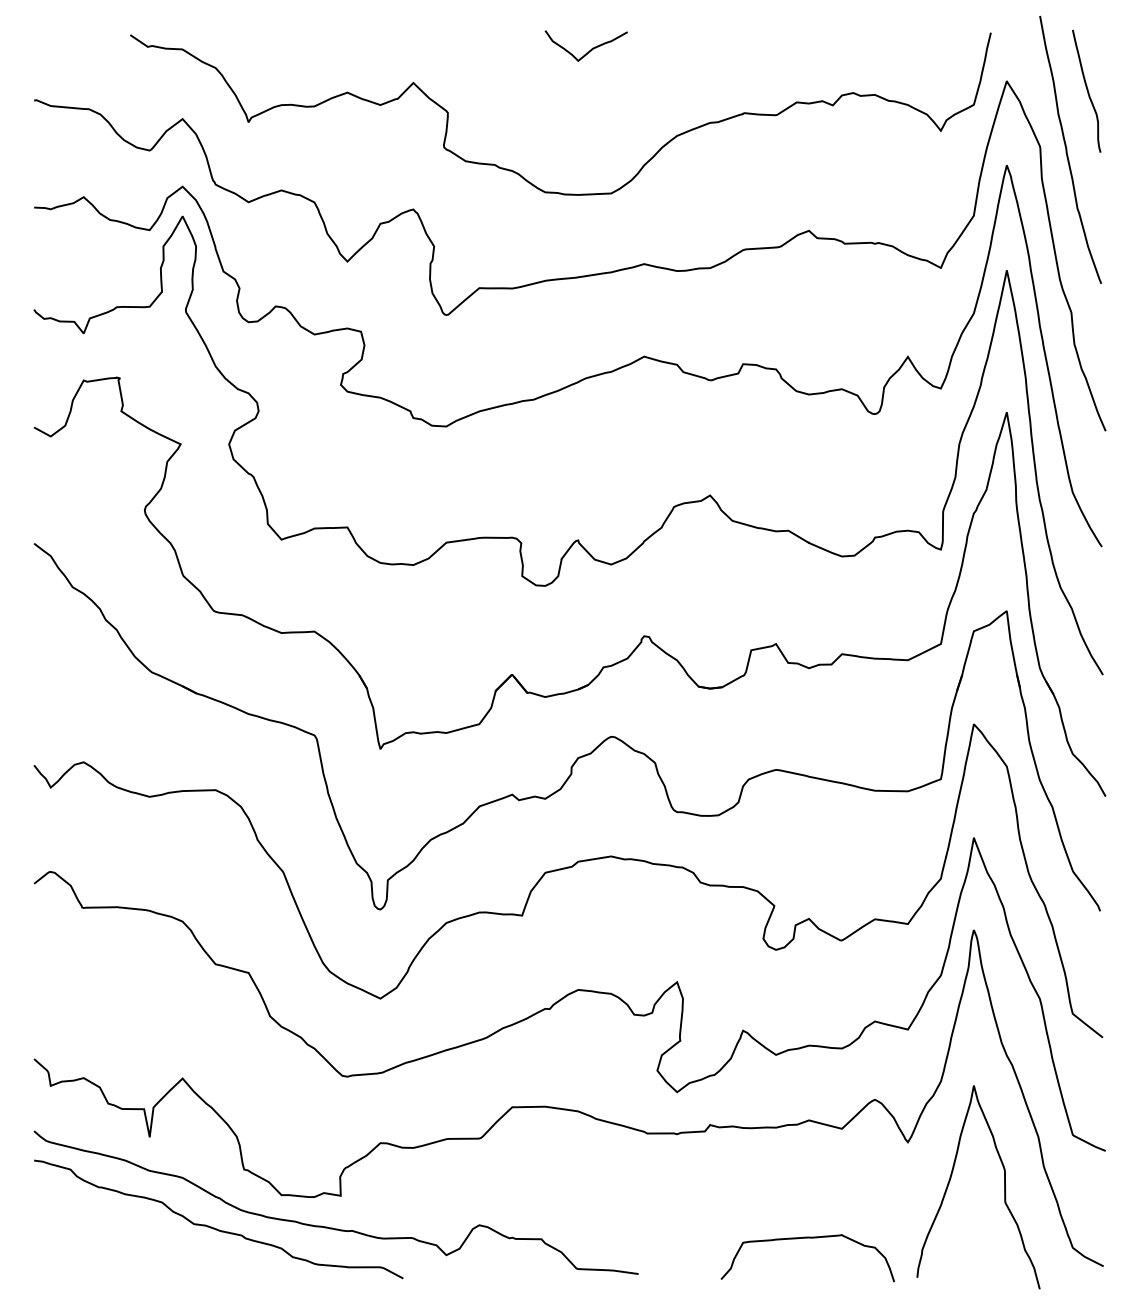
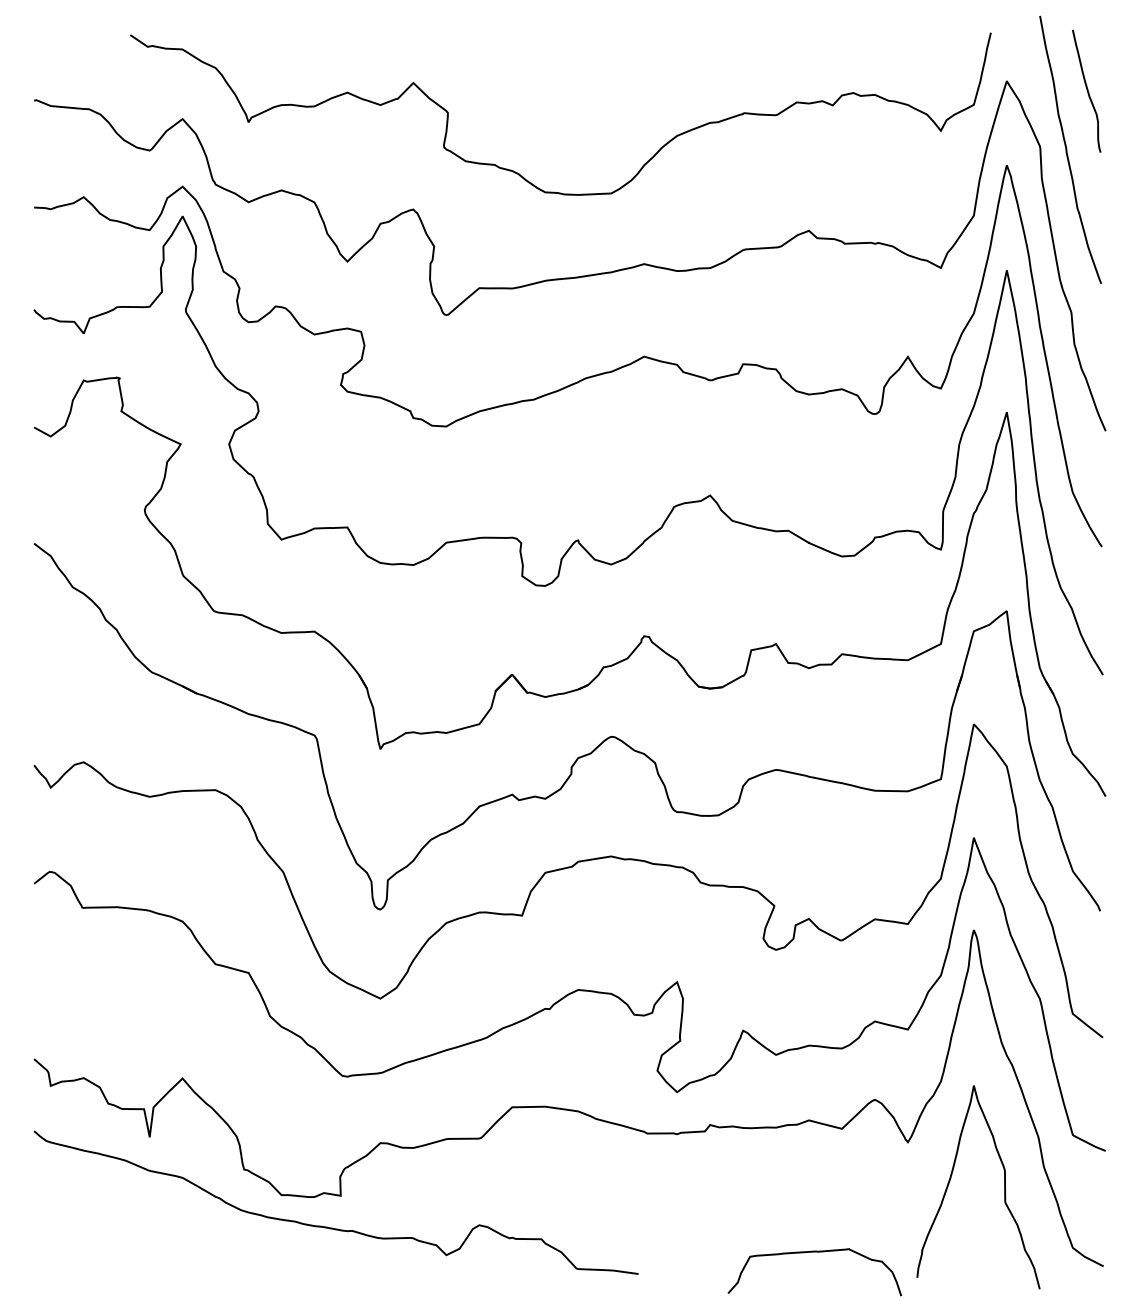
curve at (590, 49): present -> none
curve at (214, 1227): present -> none
curve at (807, 1238) position: (807, 1238) -> (814, 1252)
